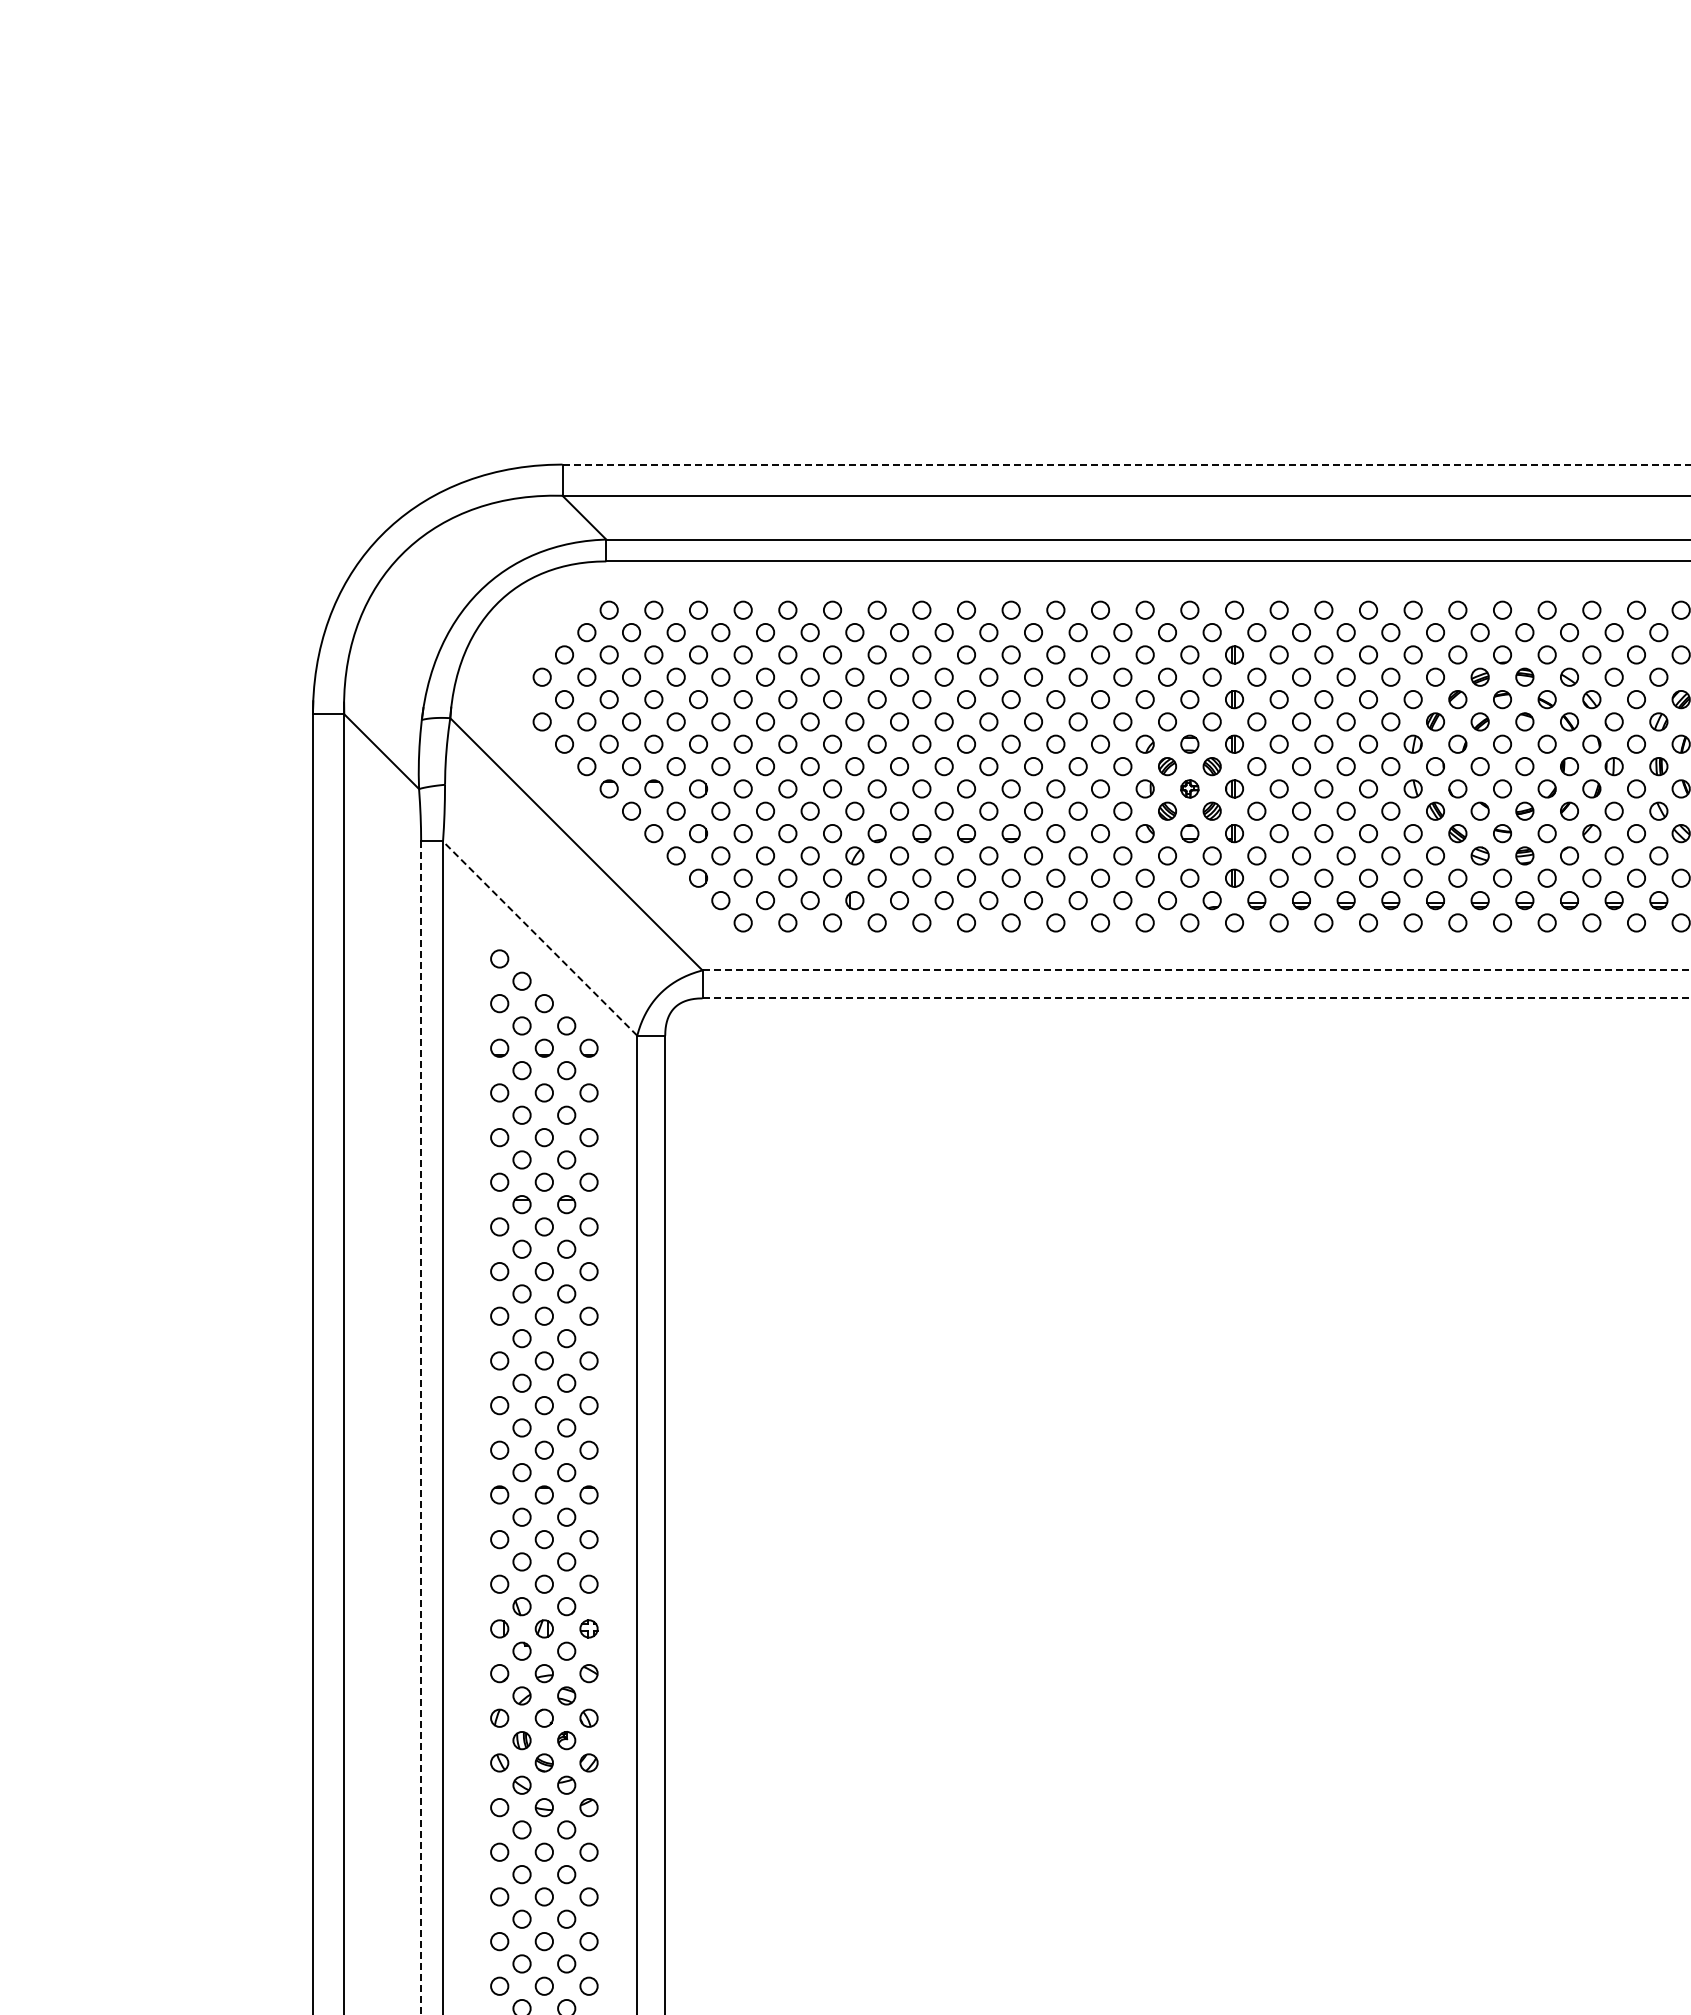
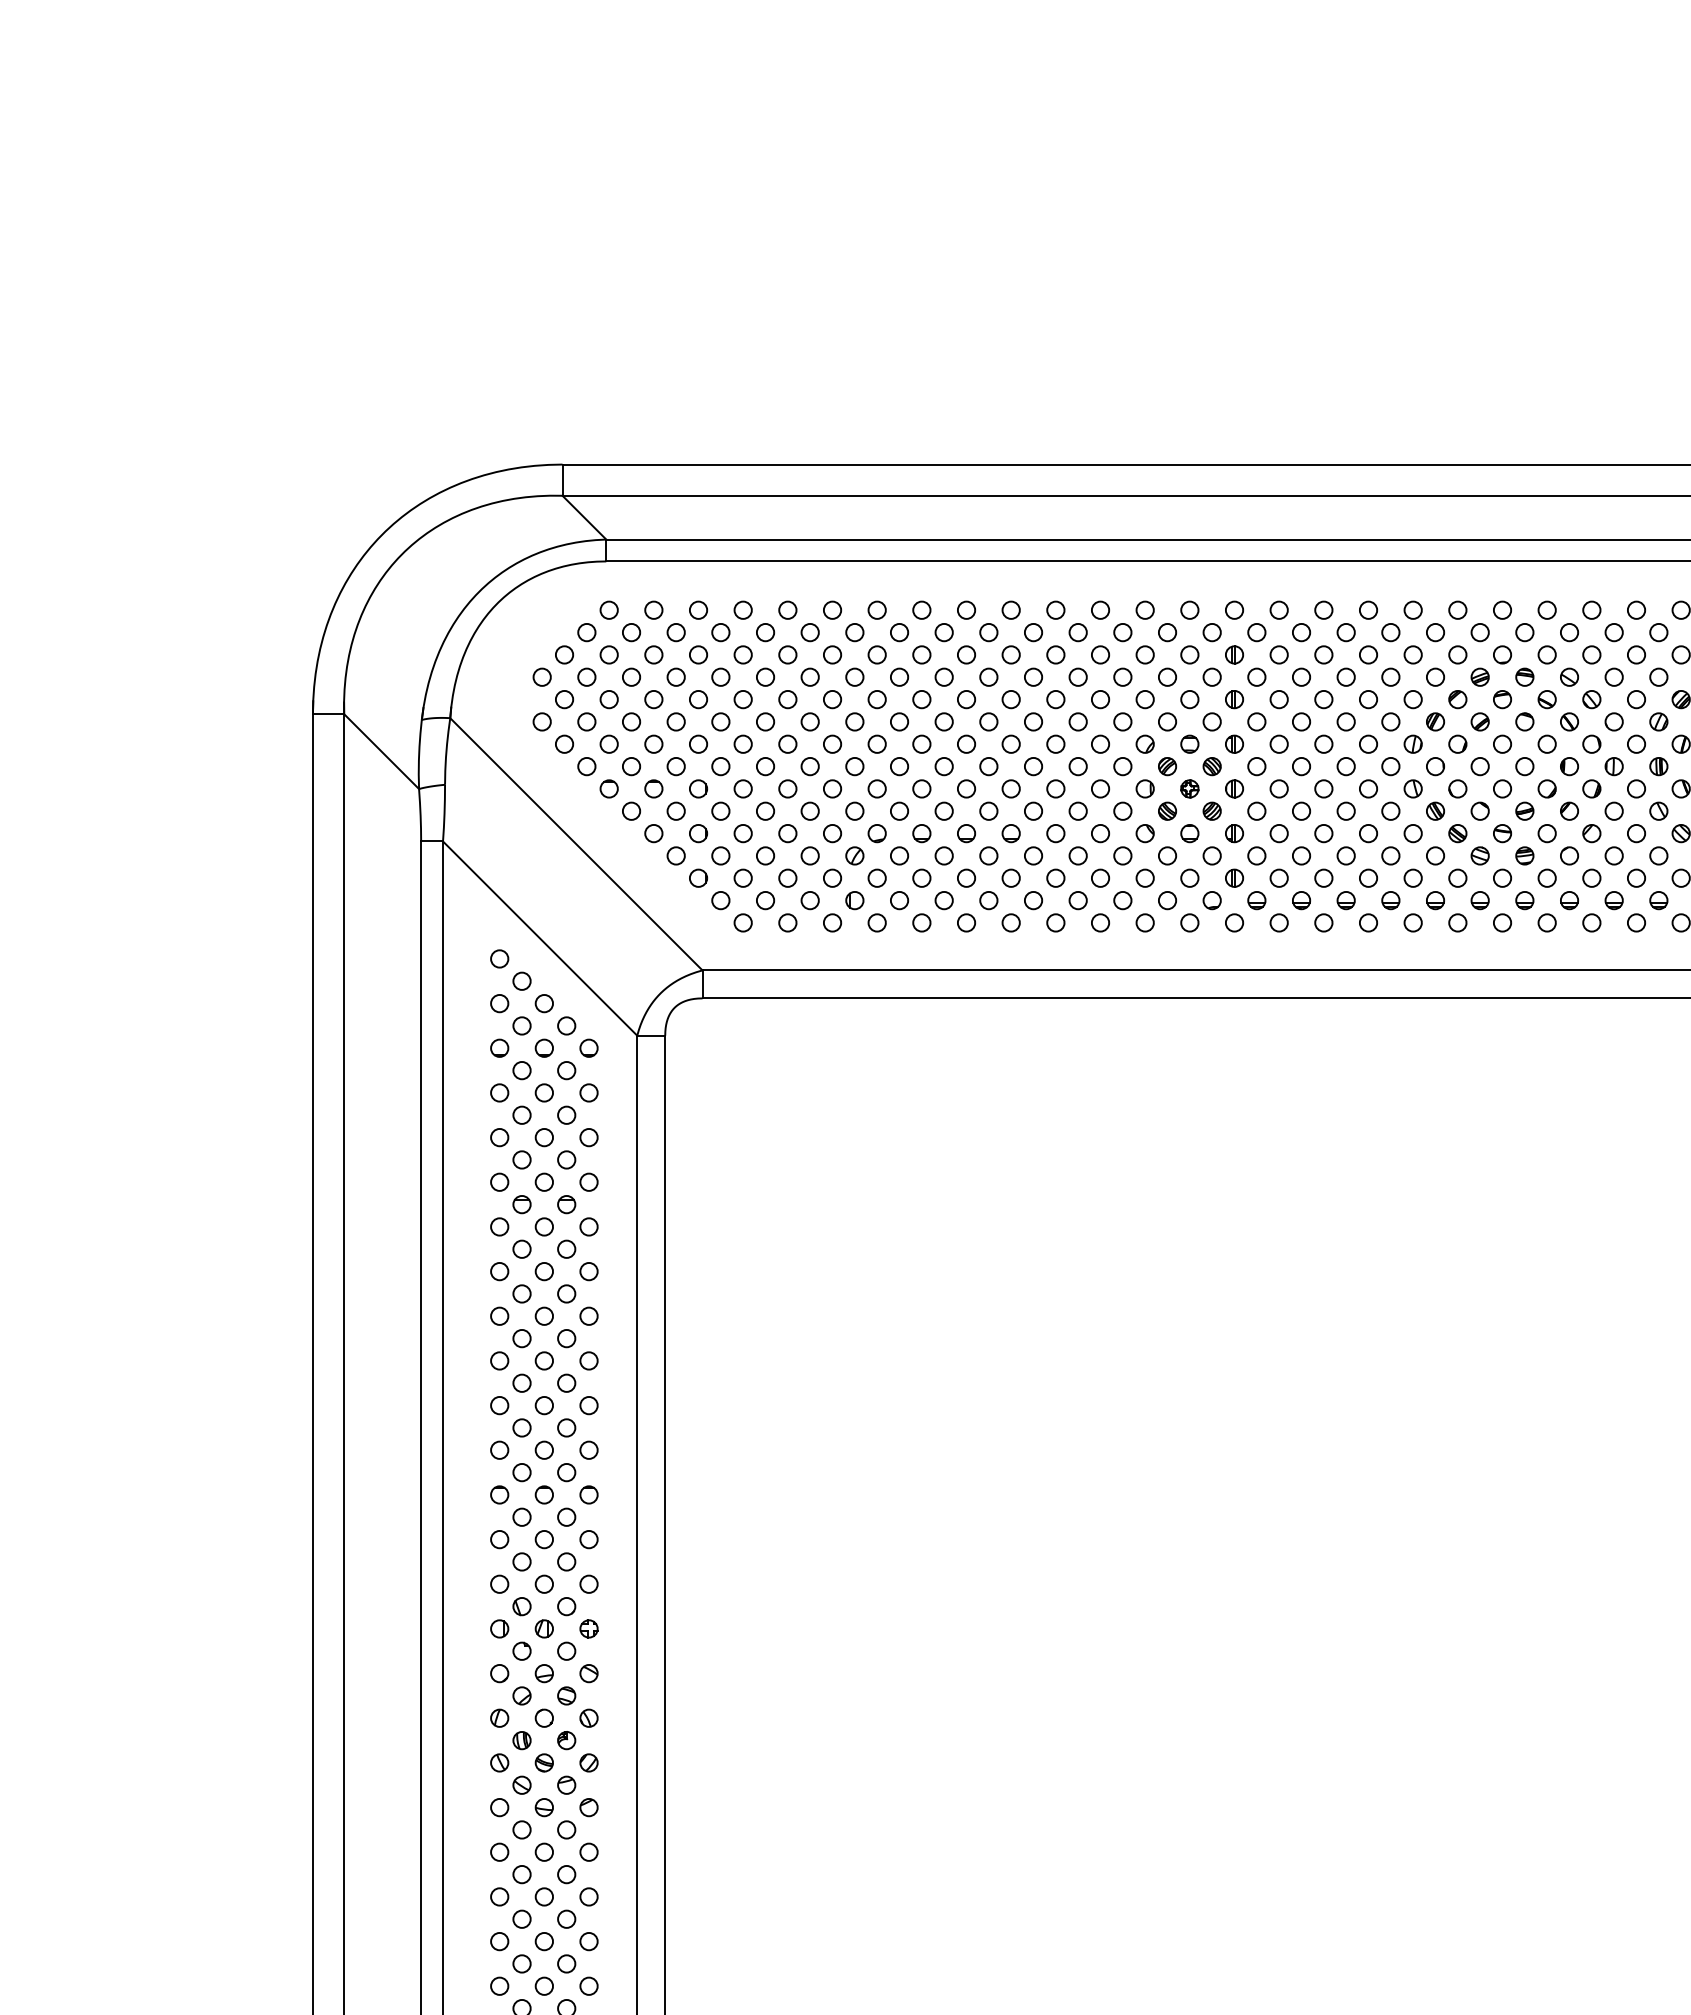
line at (1127, 464): dashed -> solid
line at (539, 938): dashed -> solid
line at (1196, 970): dashed -> solid
line at (1196, 998): dashed -> solid
line at (421, 1428): dashed -> solid
